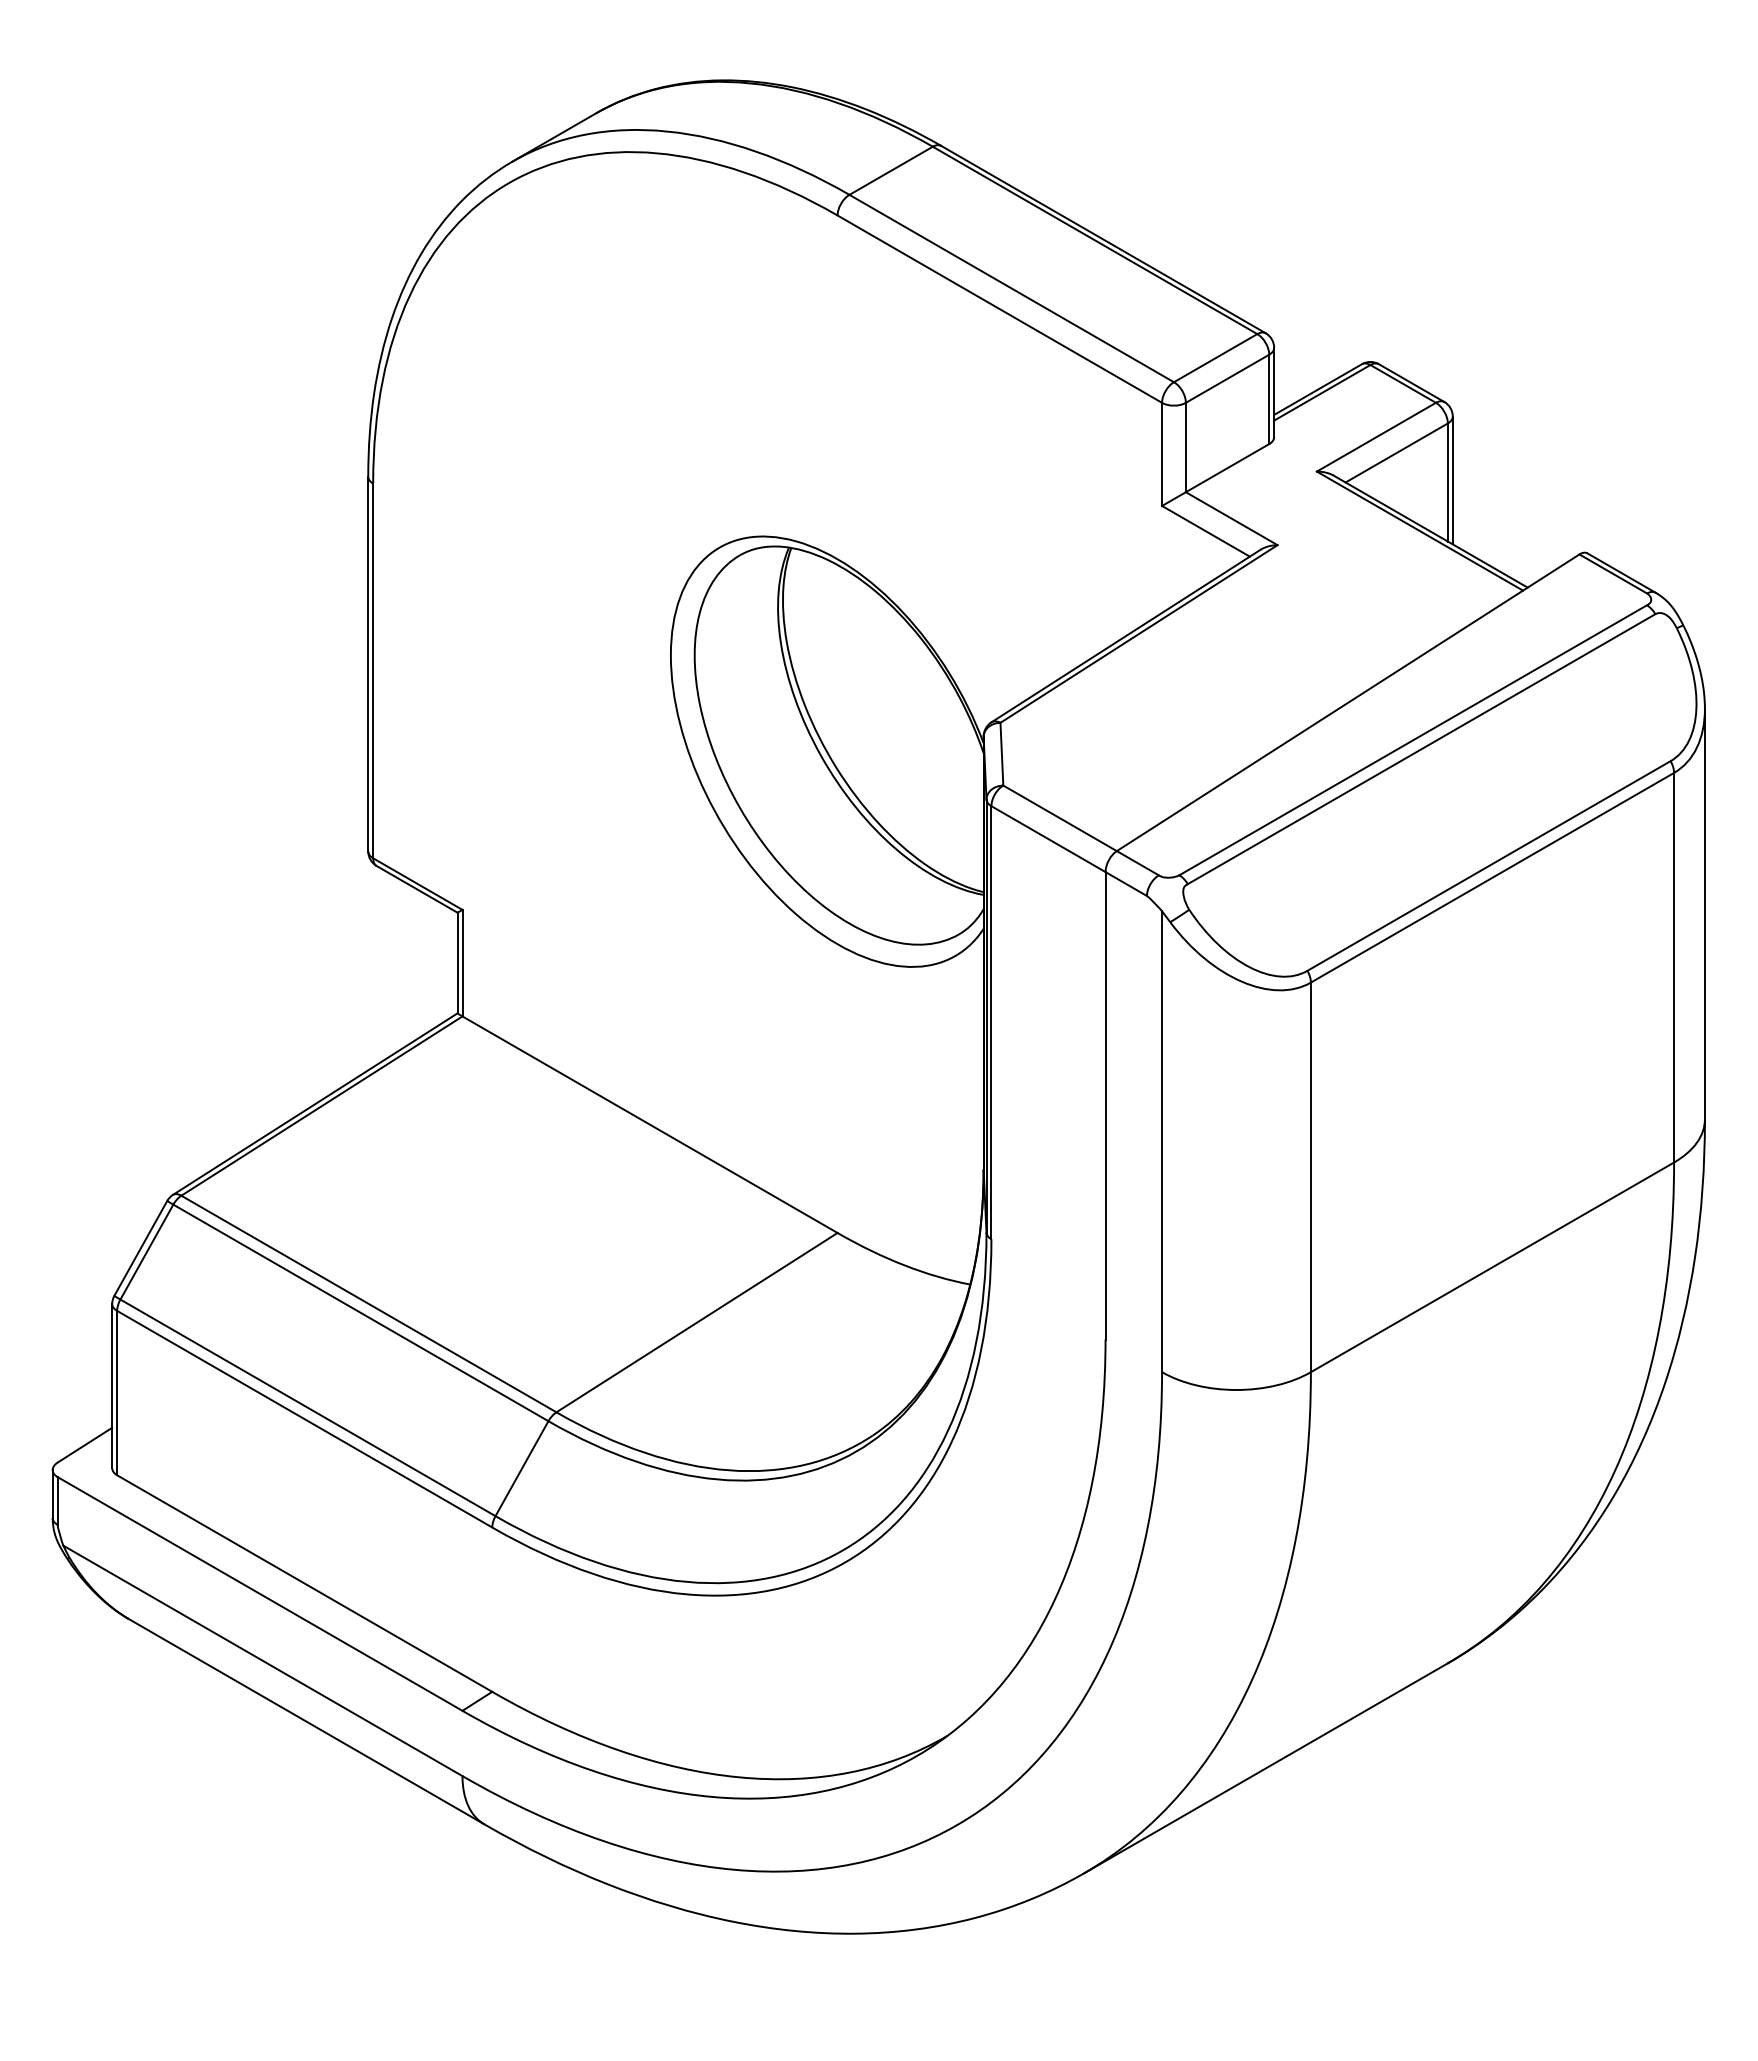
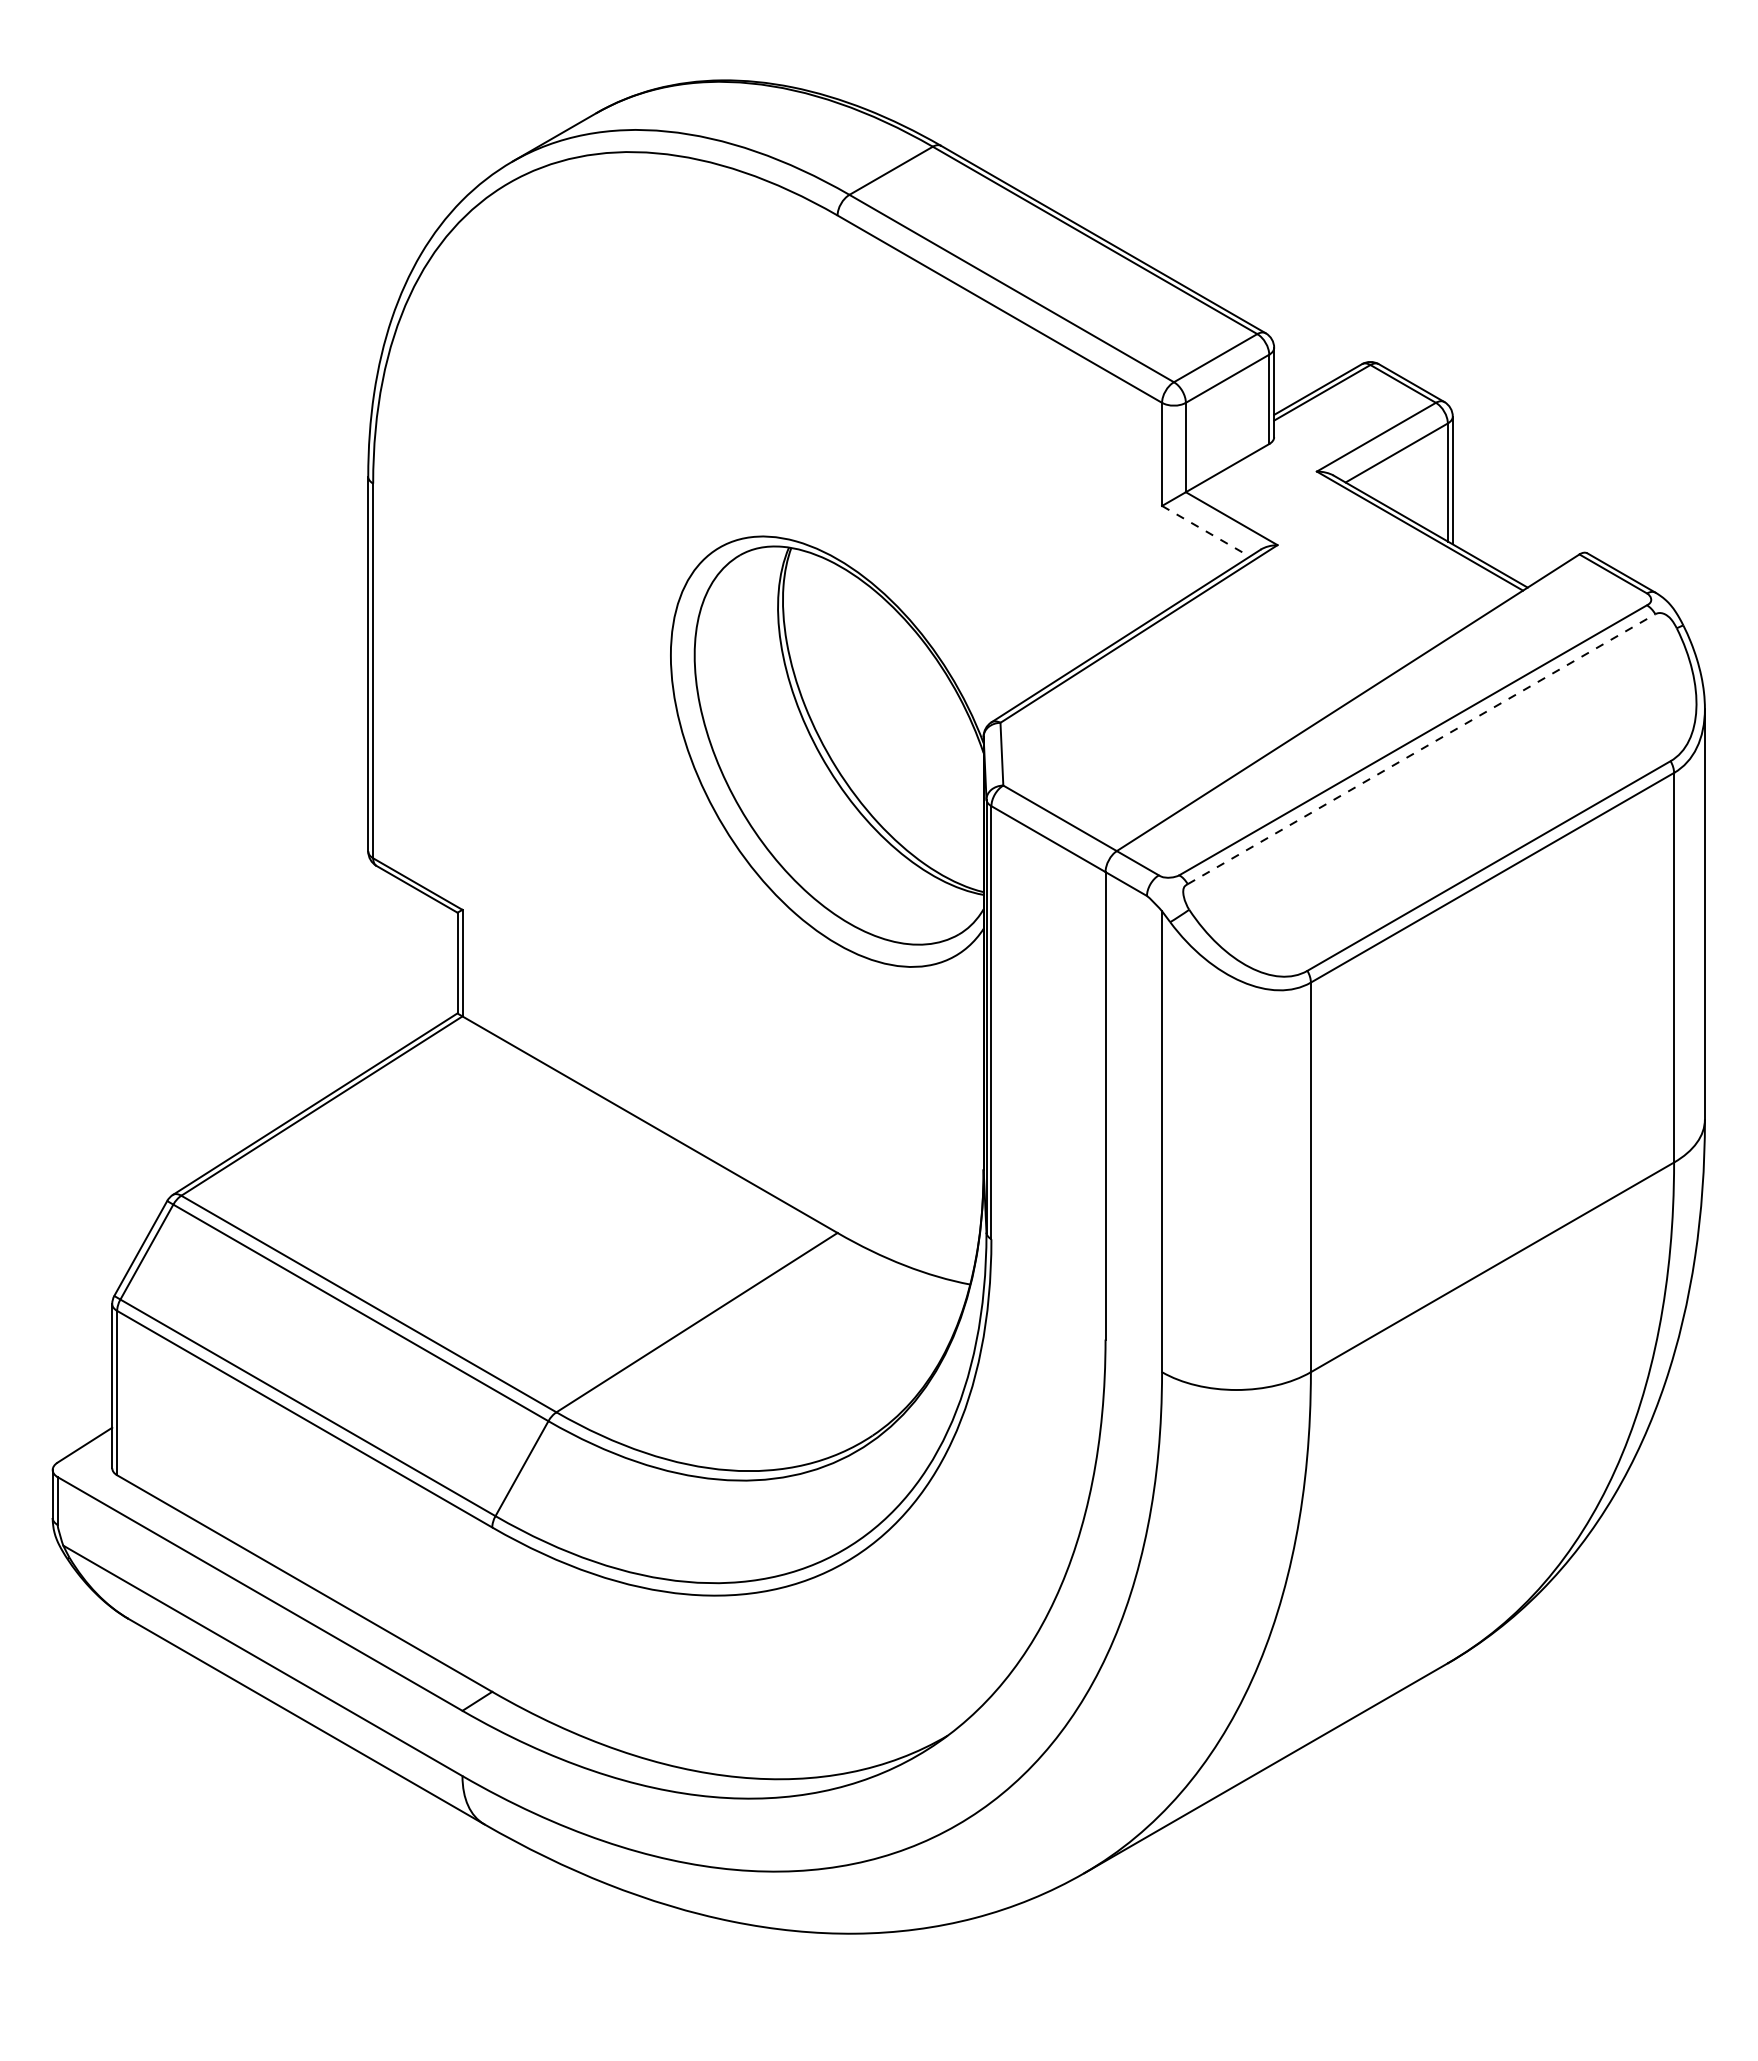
line at (1205, 531): solid -> dashed
line at (1421, 749): solid -> dashed
